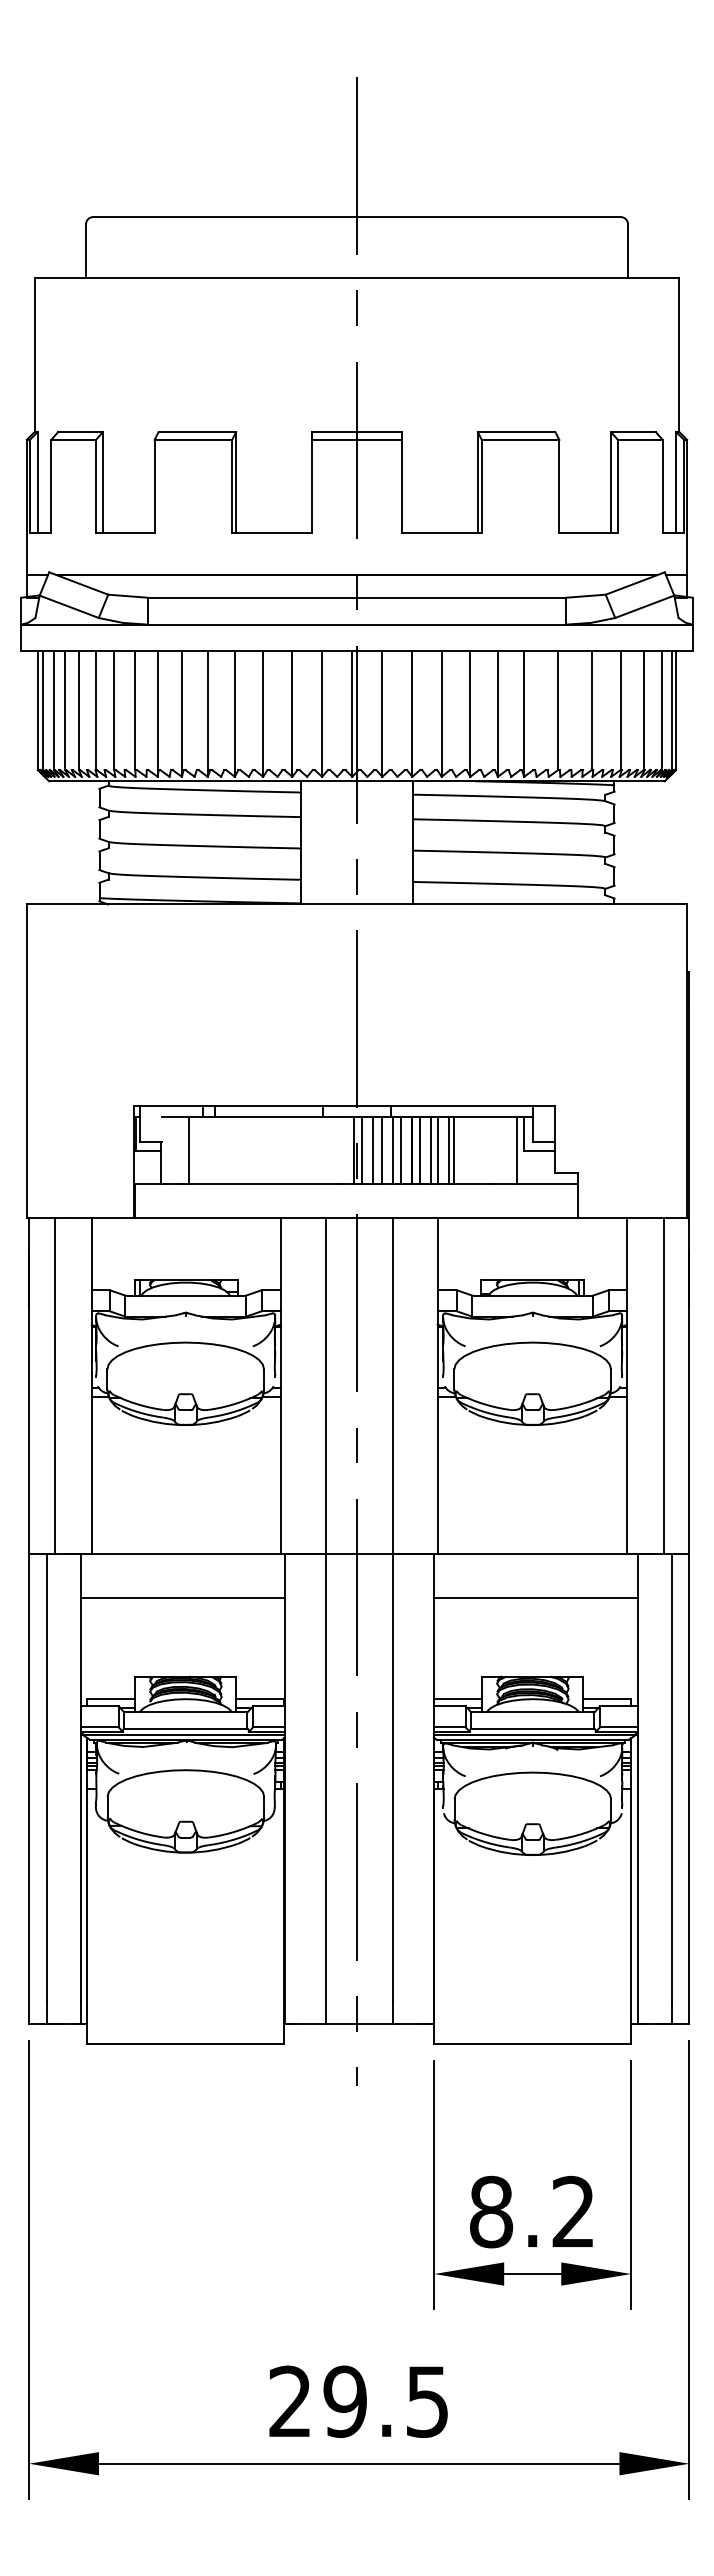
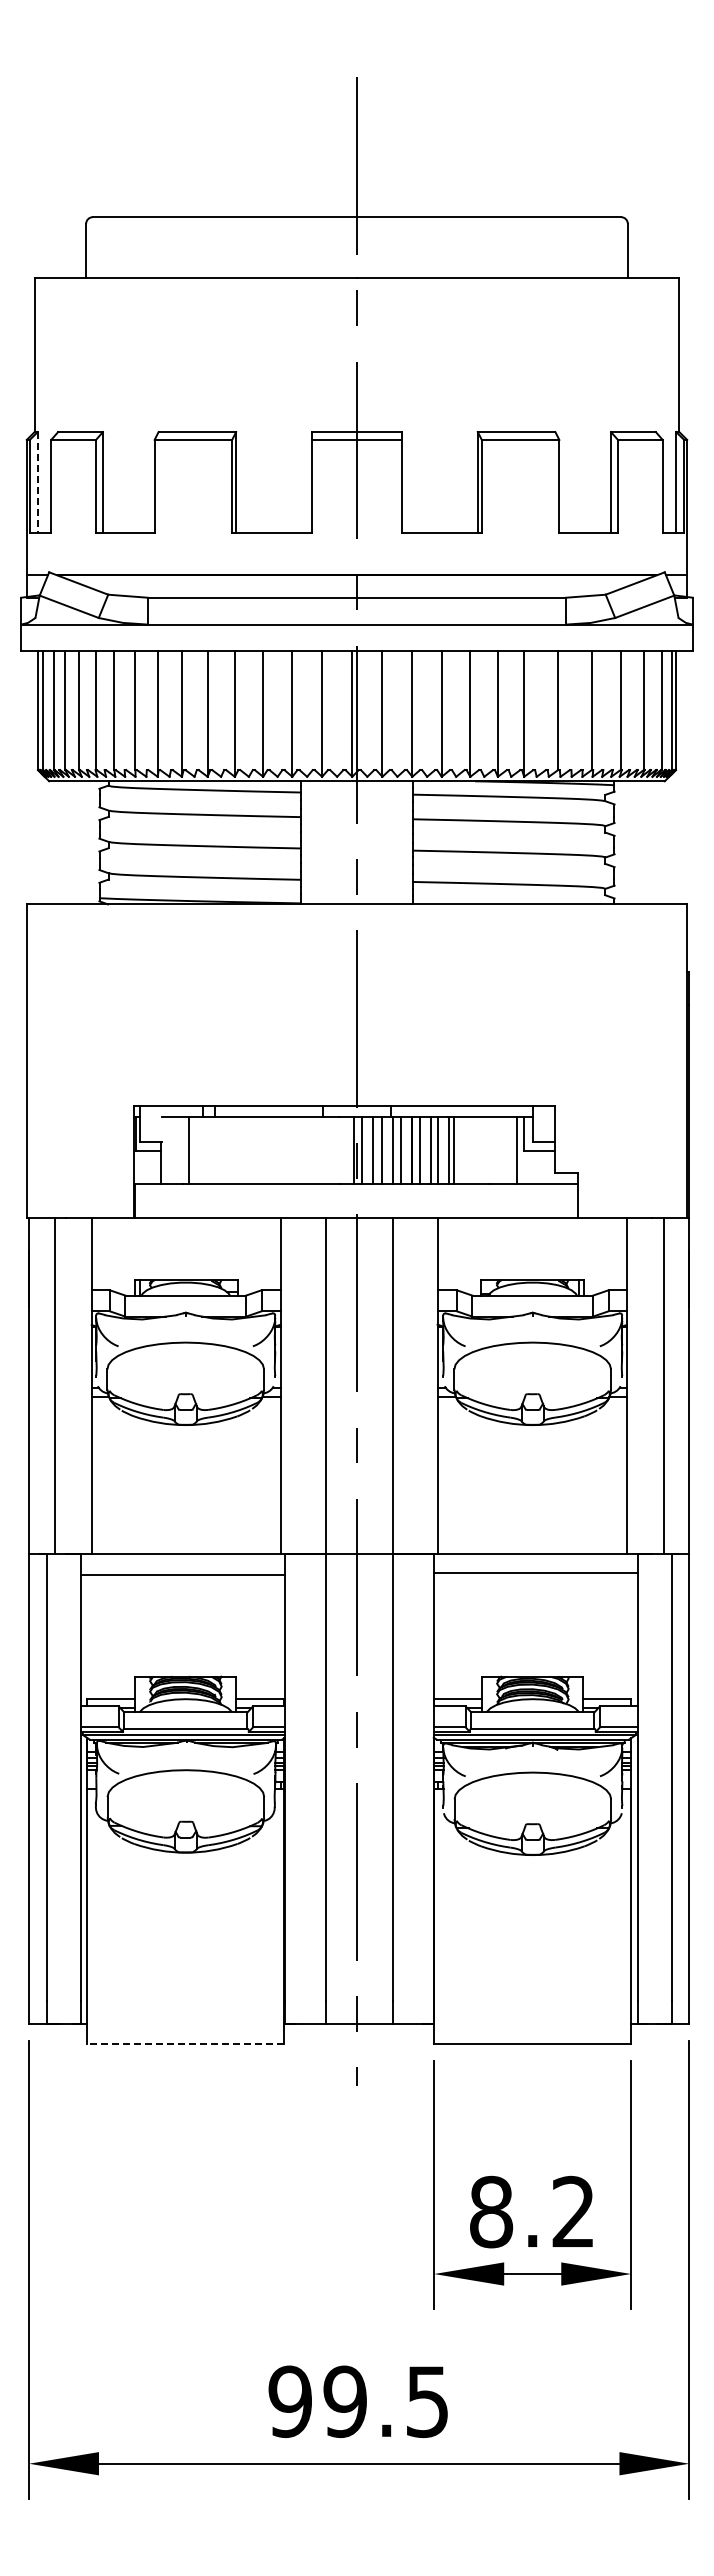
line at (37, 482): solid -> dashed
line at (182, 1598) position: (182, 1598) -> (182, 1575)
line at (535, 1598) position: (535, 1598) -> (535, 1573)
line at (185, 2043): solid -> dashed
text at (289, 2401): 29.5 -> 99.5
